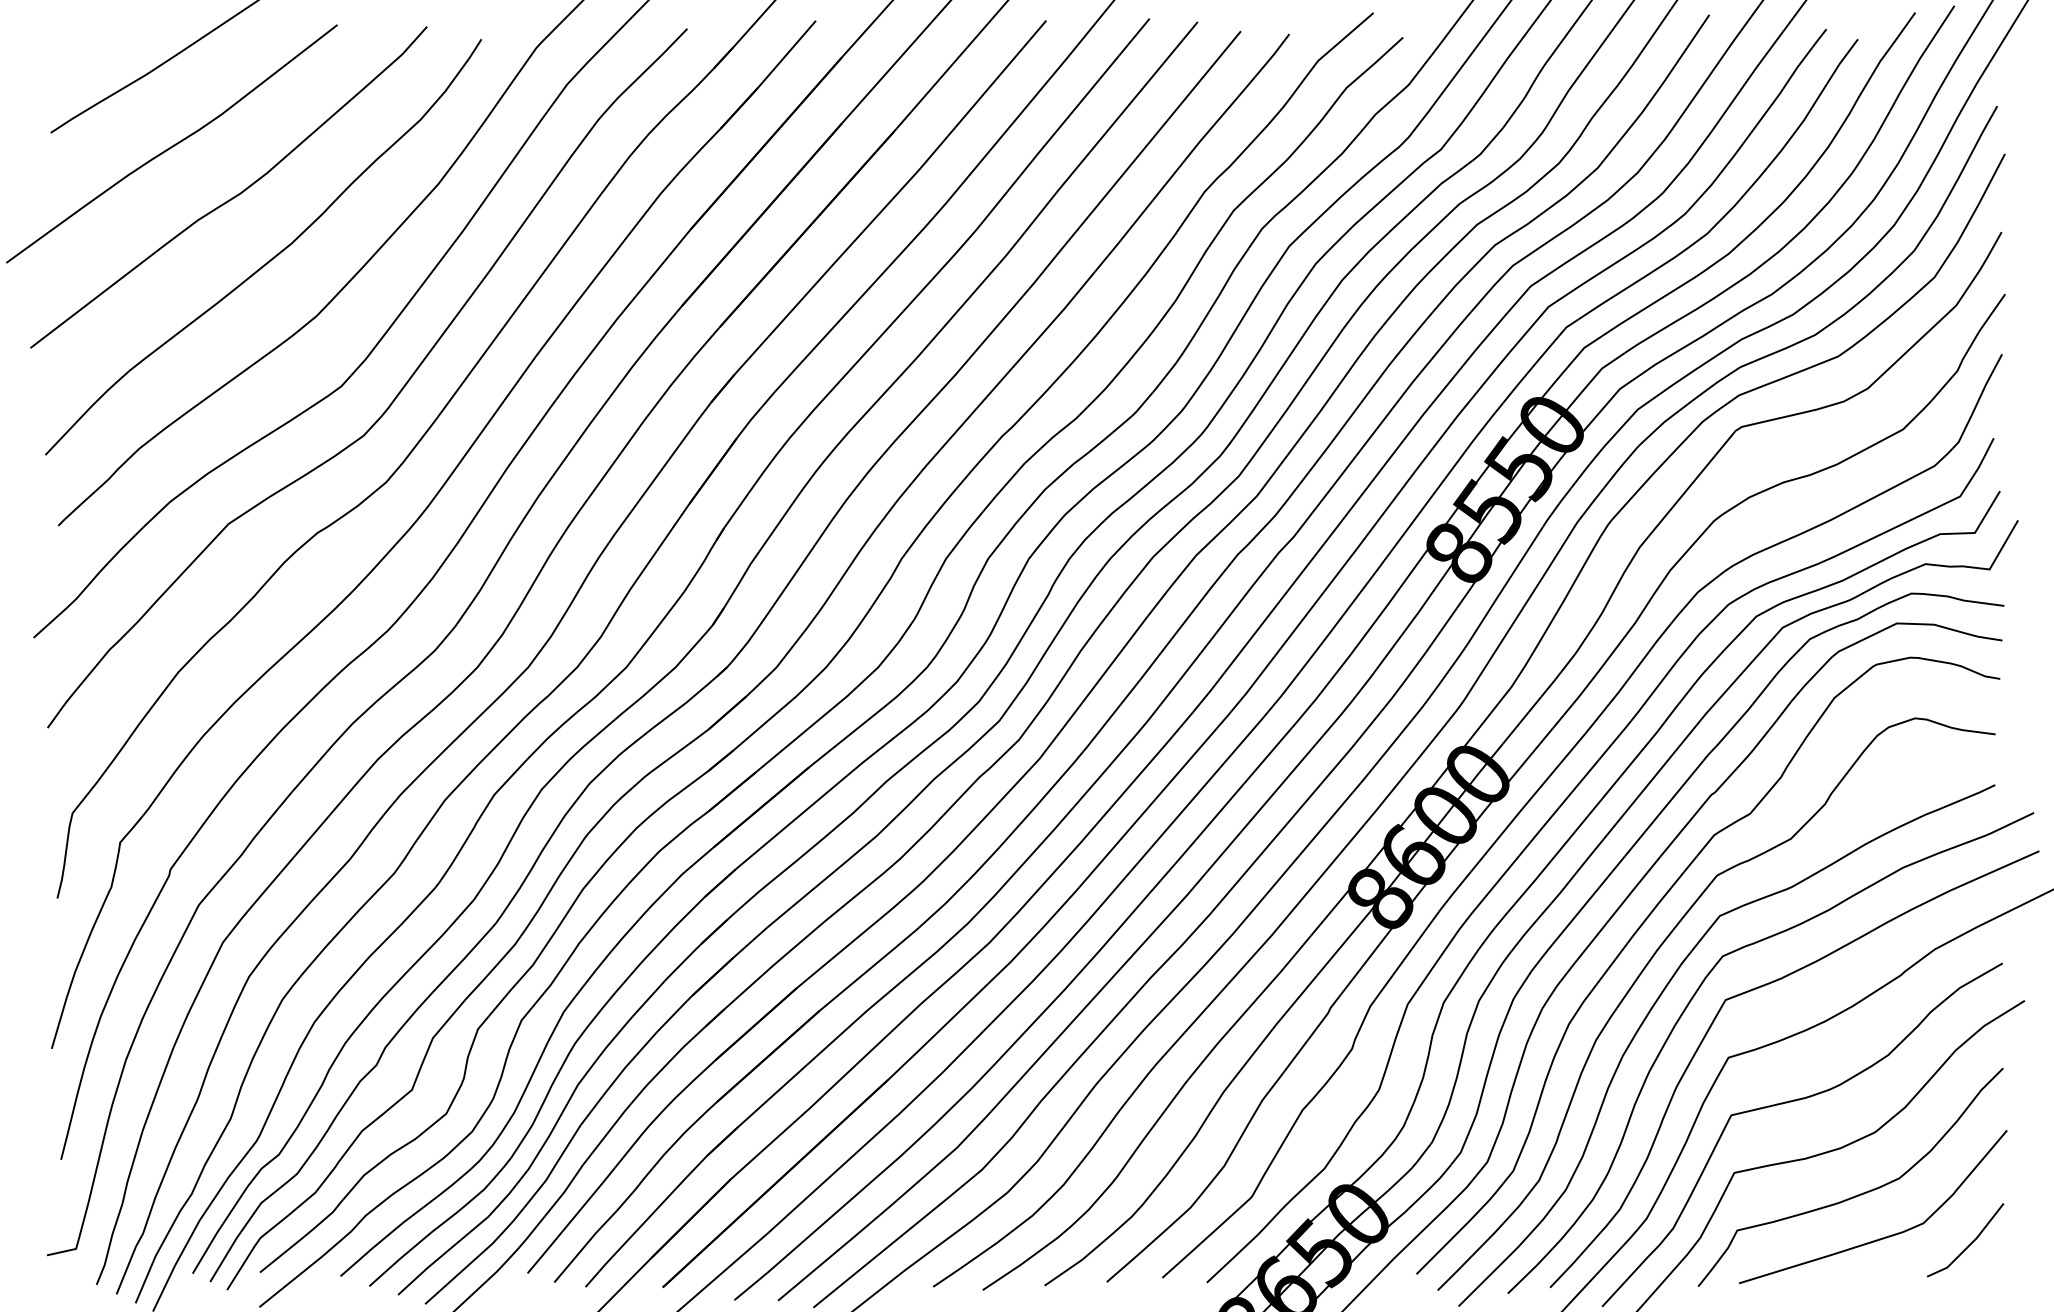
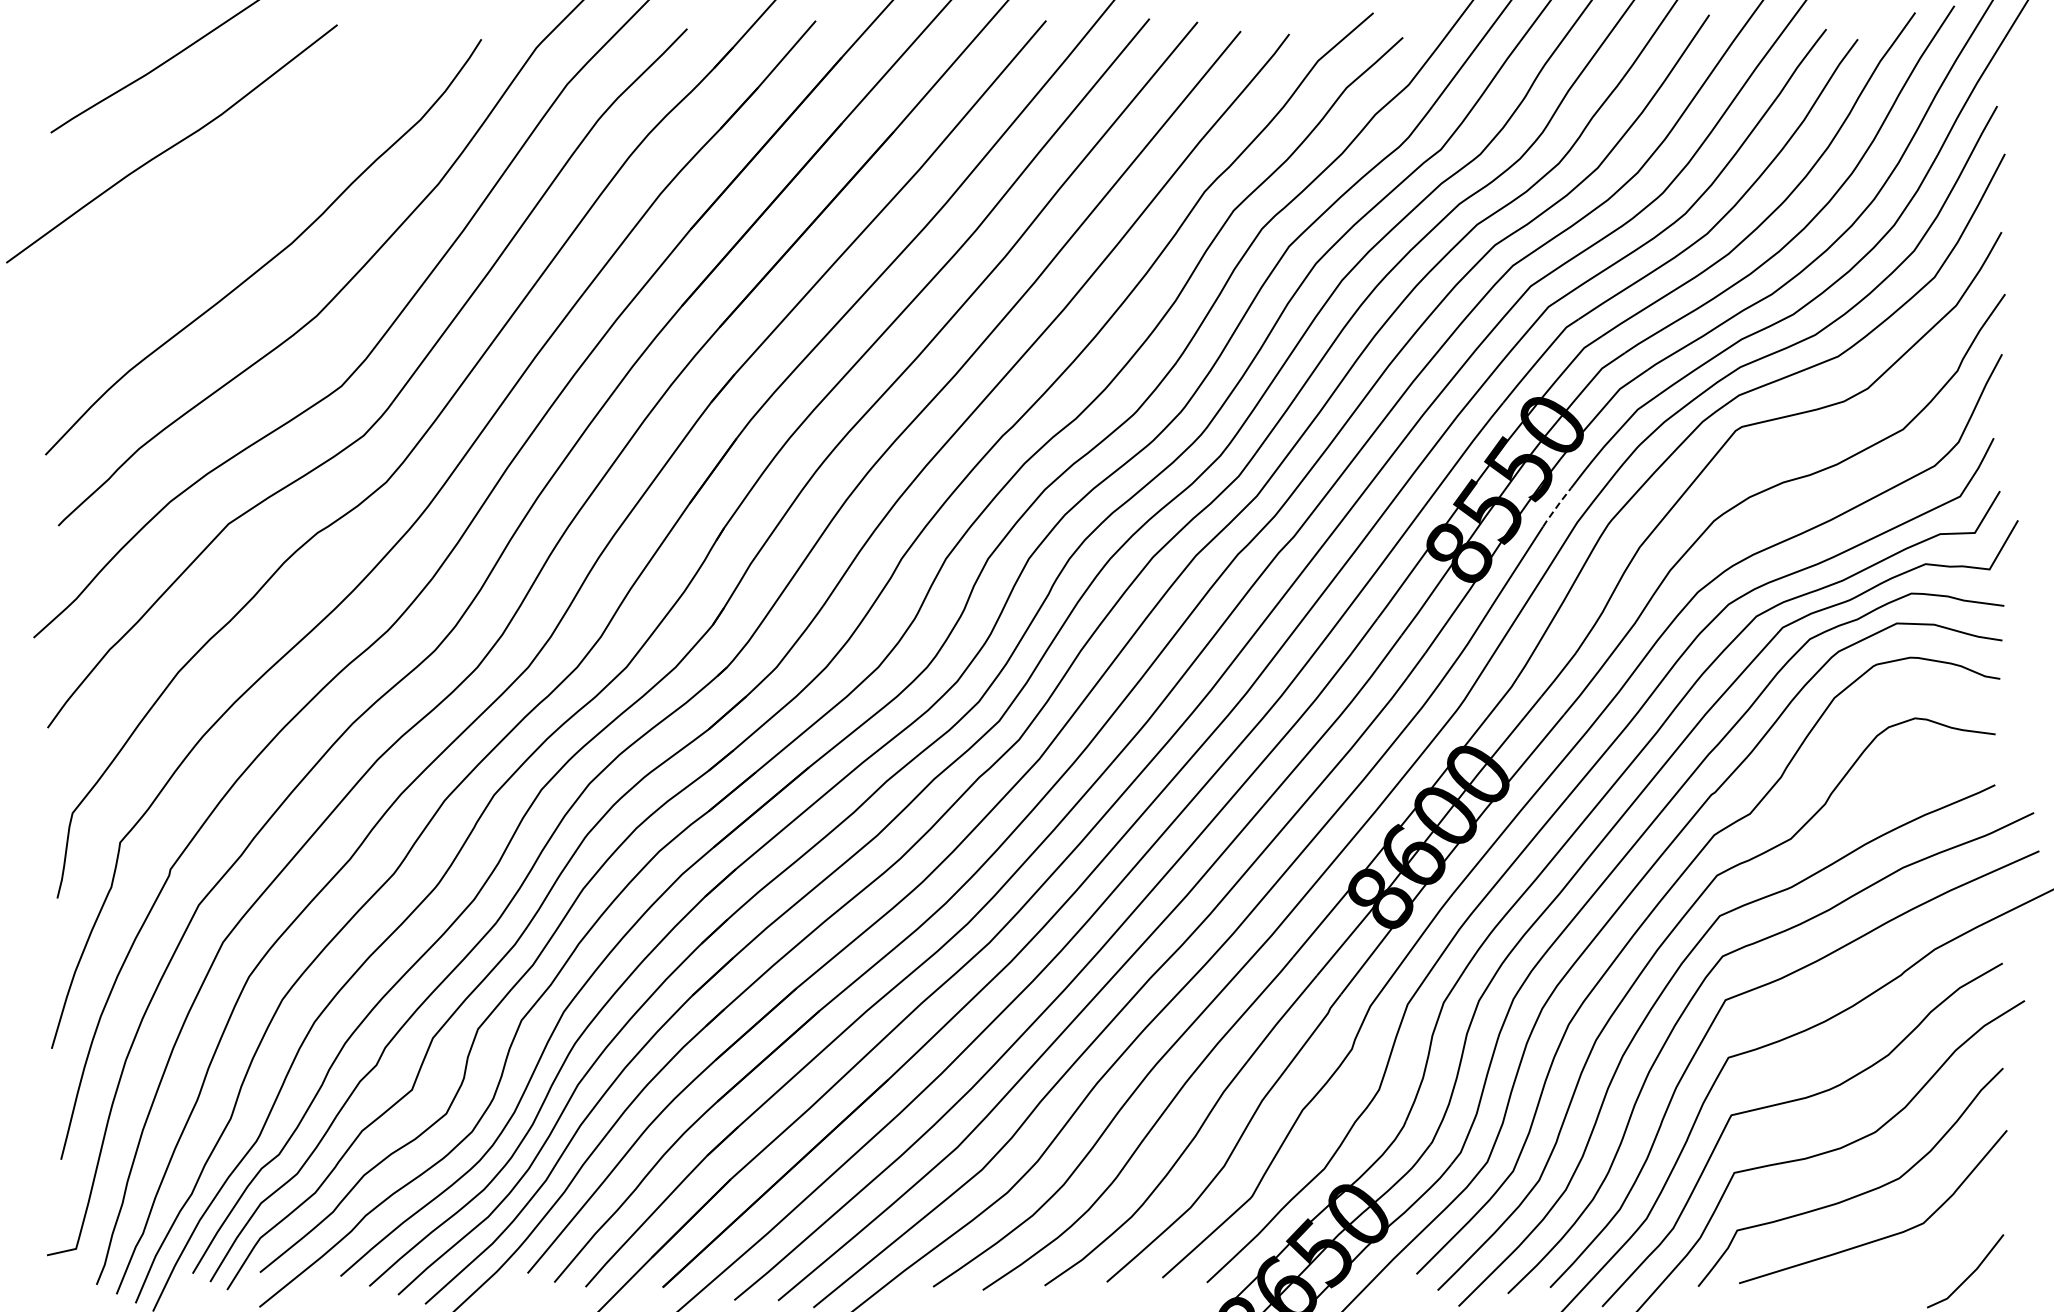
curve at (233, 196): present -> none
line at (1556, 507): solid -> dashed
line at (1969, 1244) position: (1969, 1244) -> (1969, 1275)
